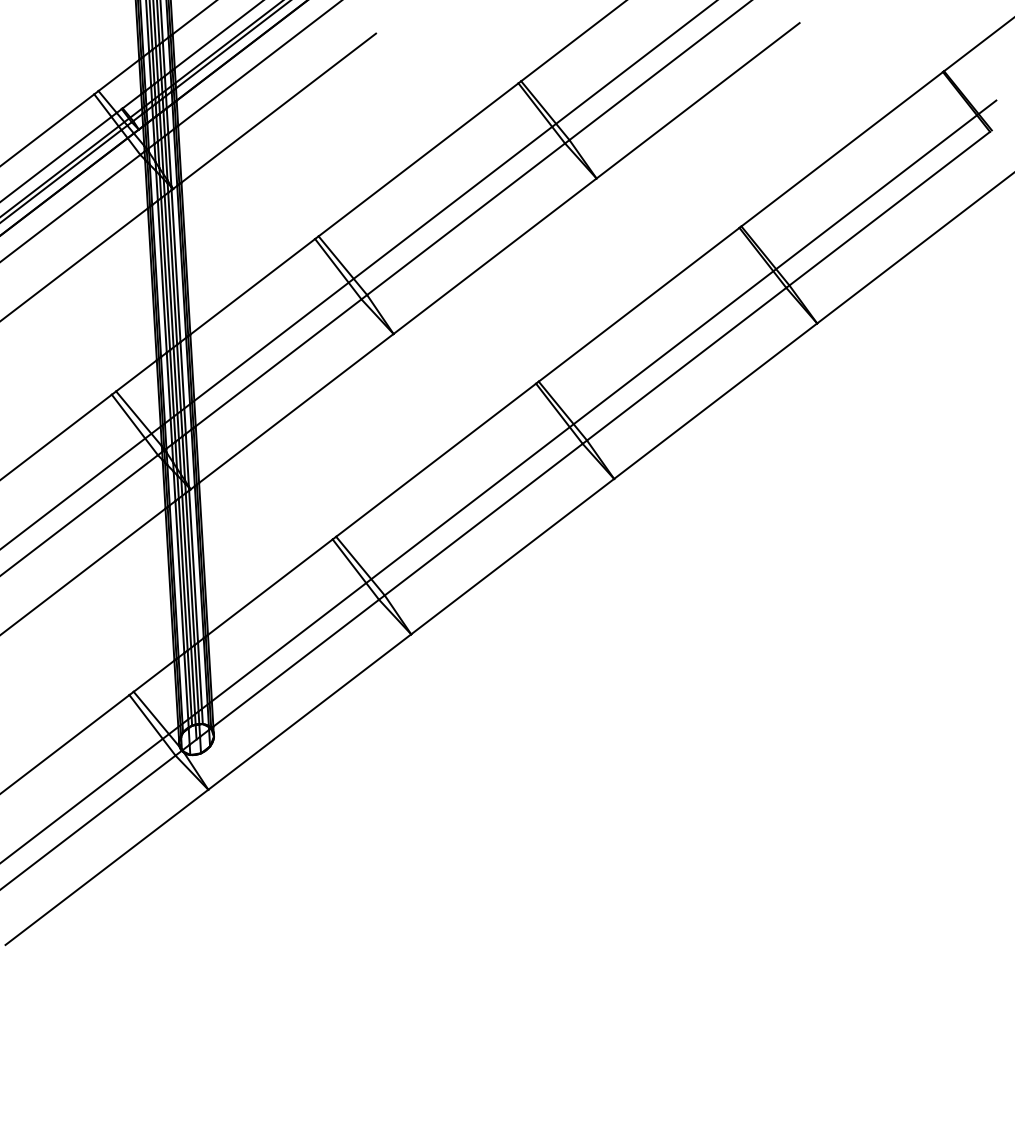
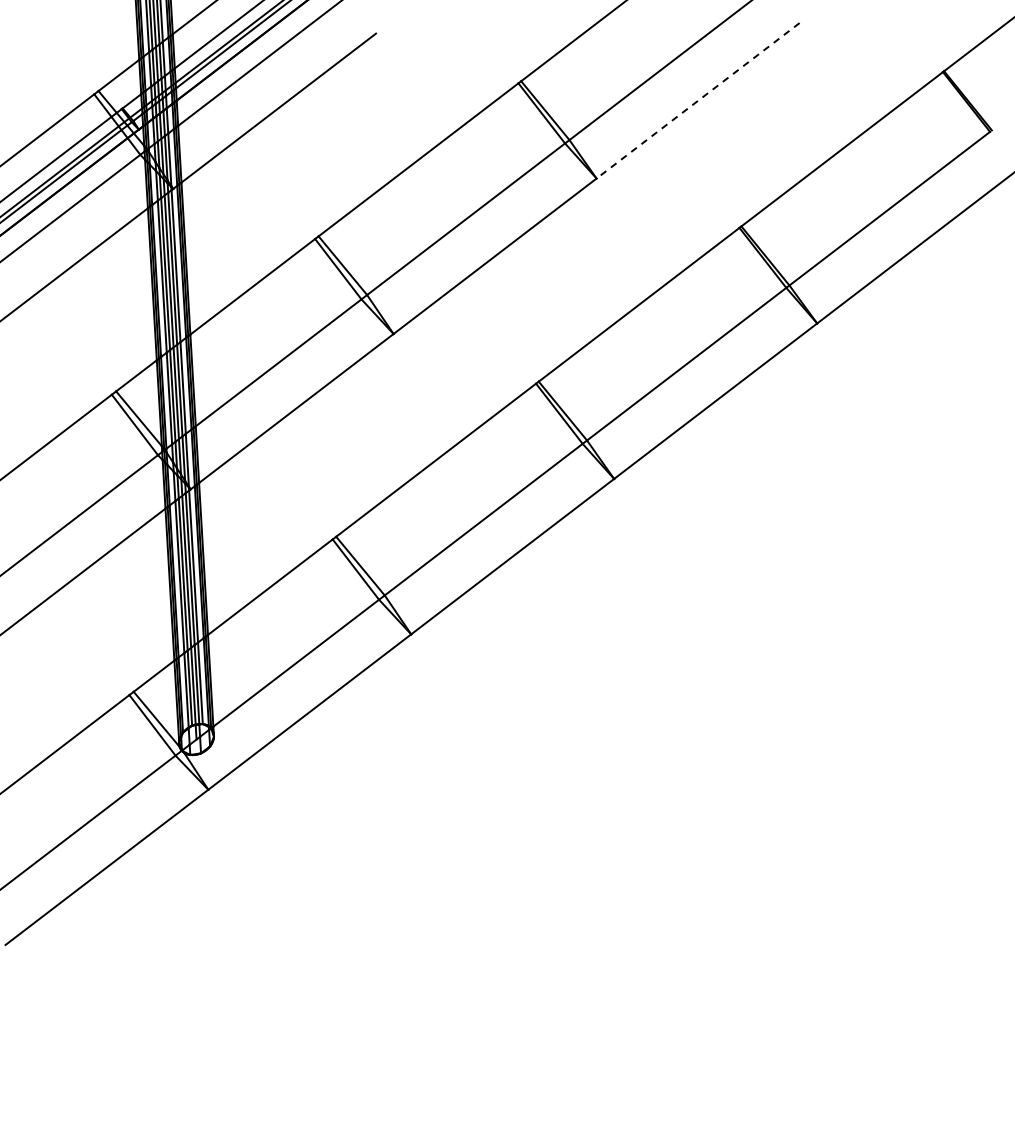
line at (698, 100): solid -> dashed
line at (358, 275): present -> none
line at (499, 480): present -> none
